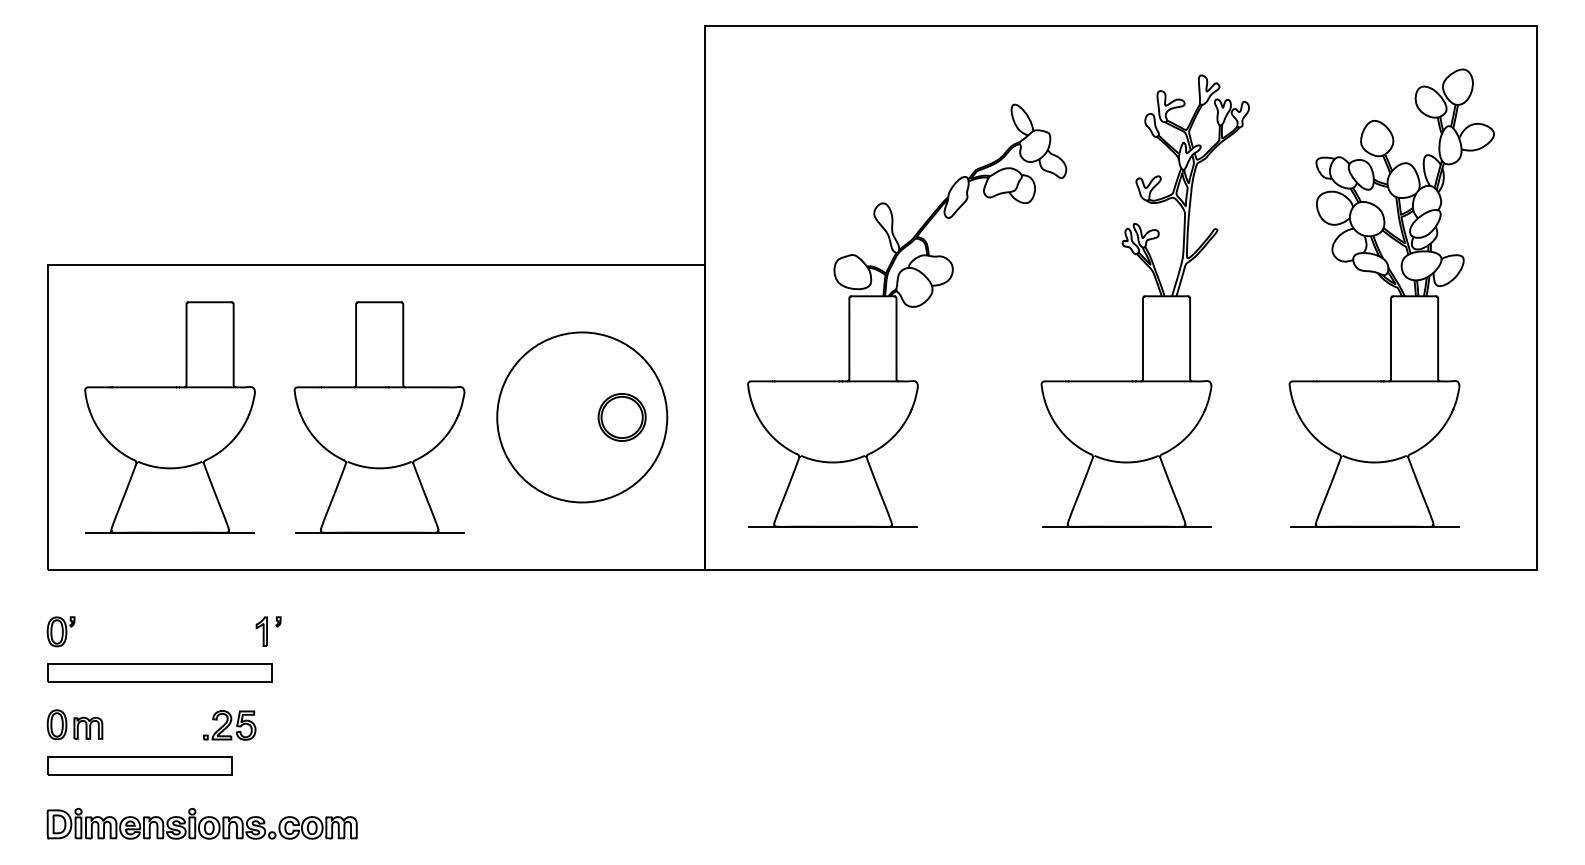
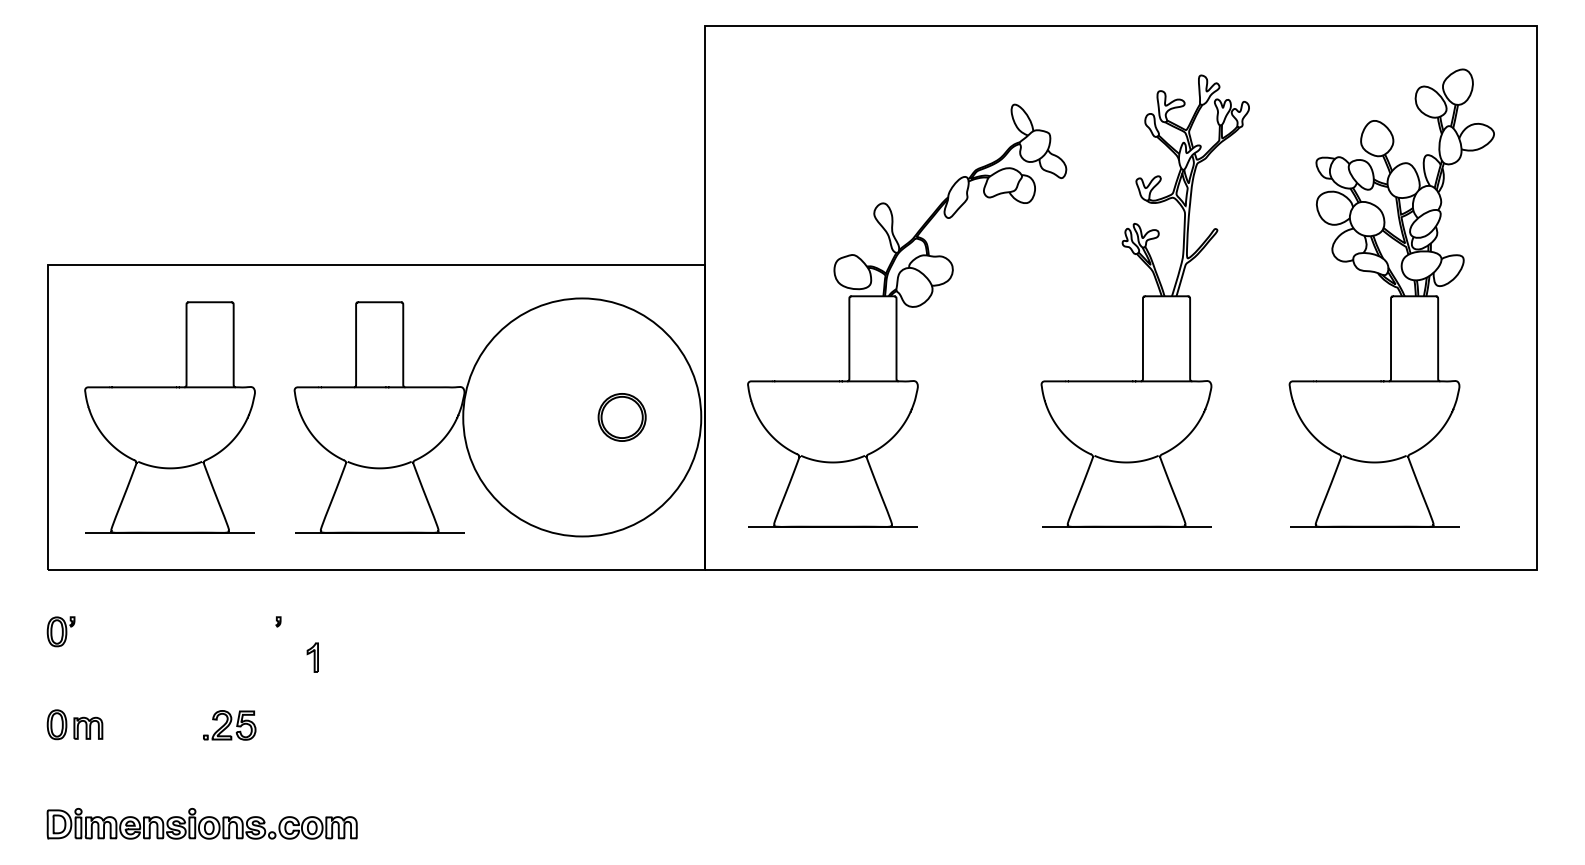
circle at (582, 417) diameter: 170 px -> 238 px
part at (261, 631) position: (261, 631) -> (312, 657)
part at (159, 672): present -> none
part at (139, 765): present -> none
